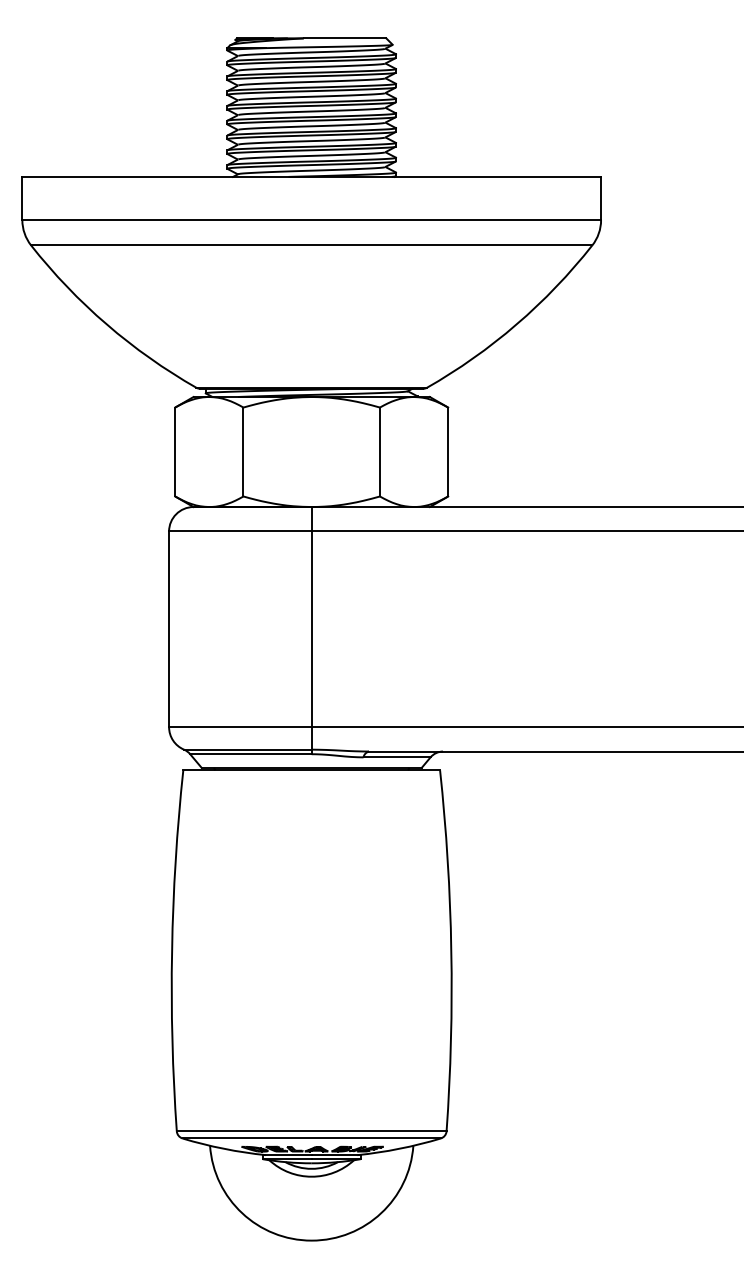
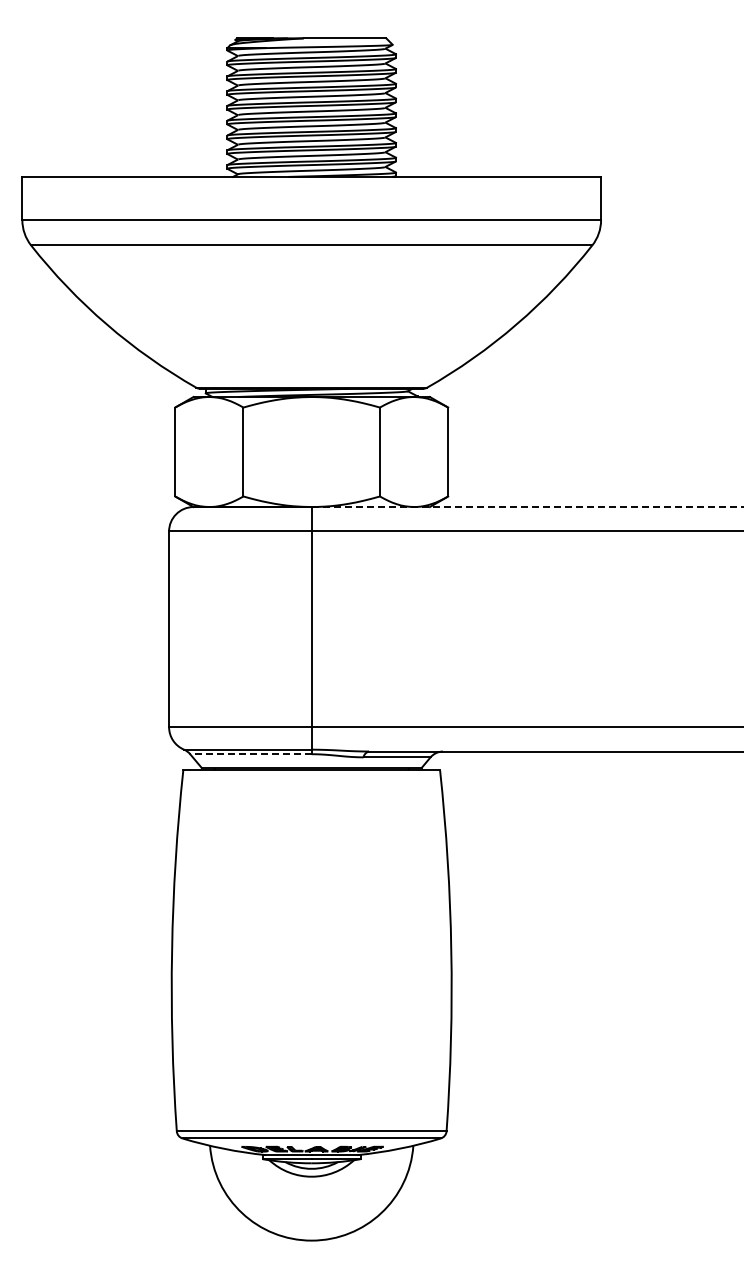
line at (527, 507): solid -> dashed
line at (250, 754): solid -> dashed
